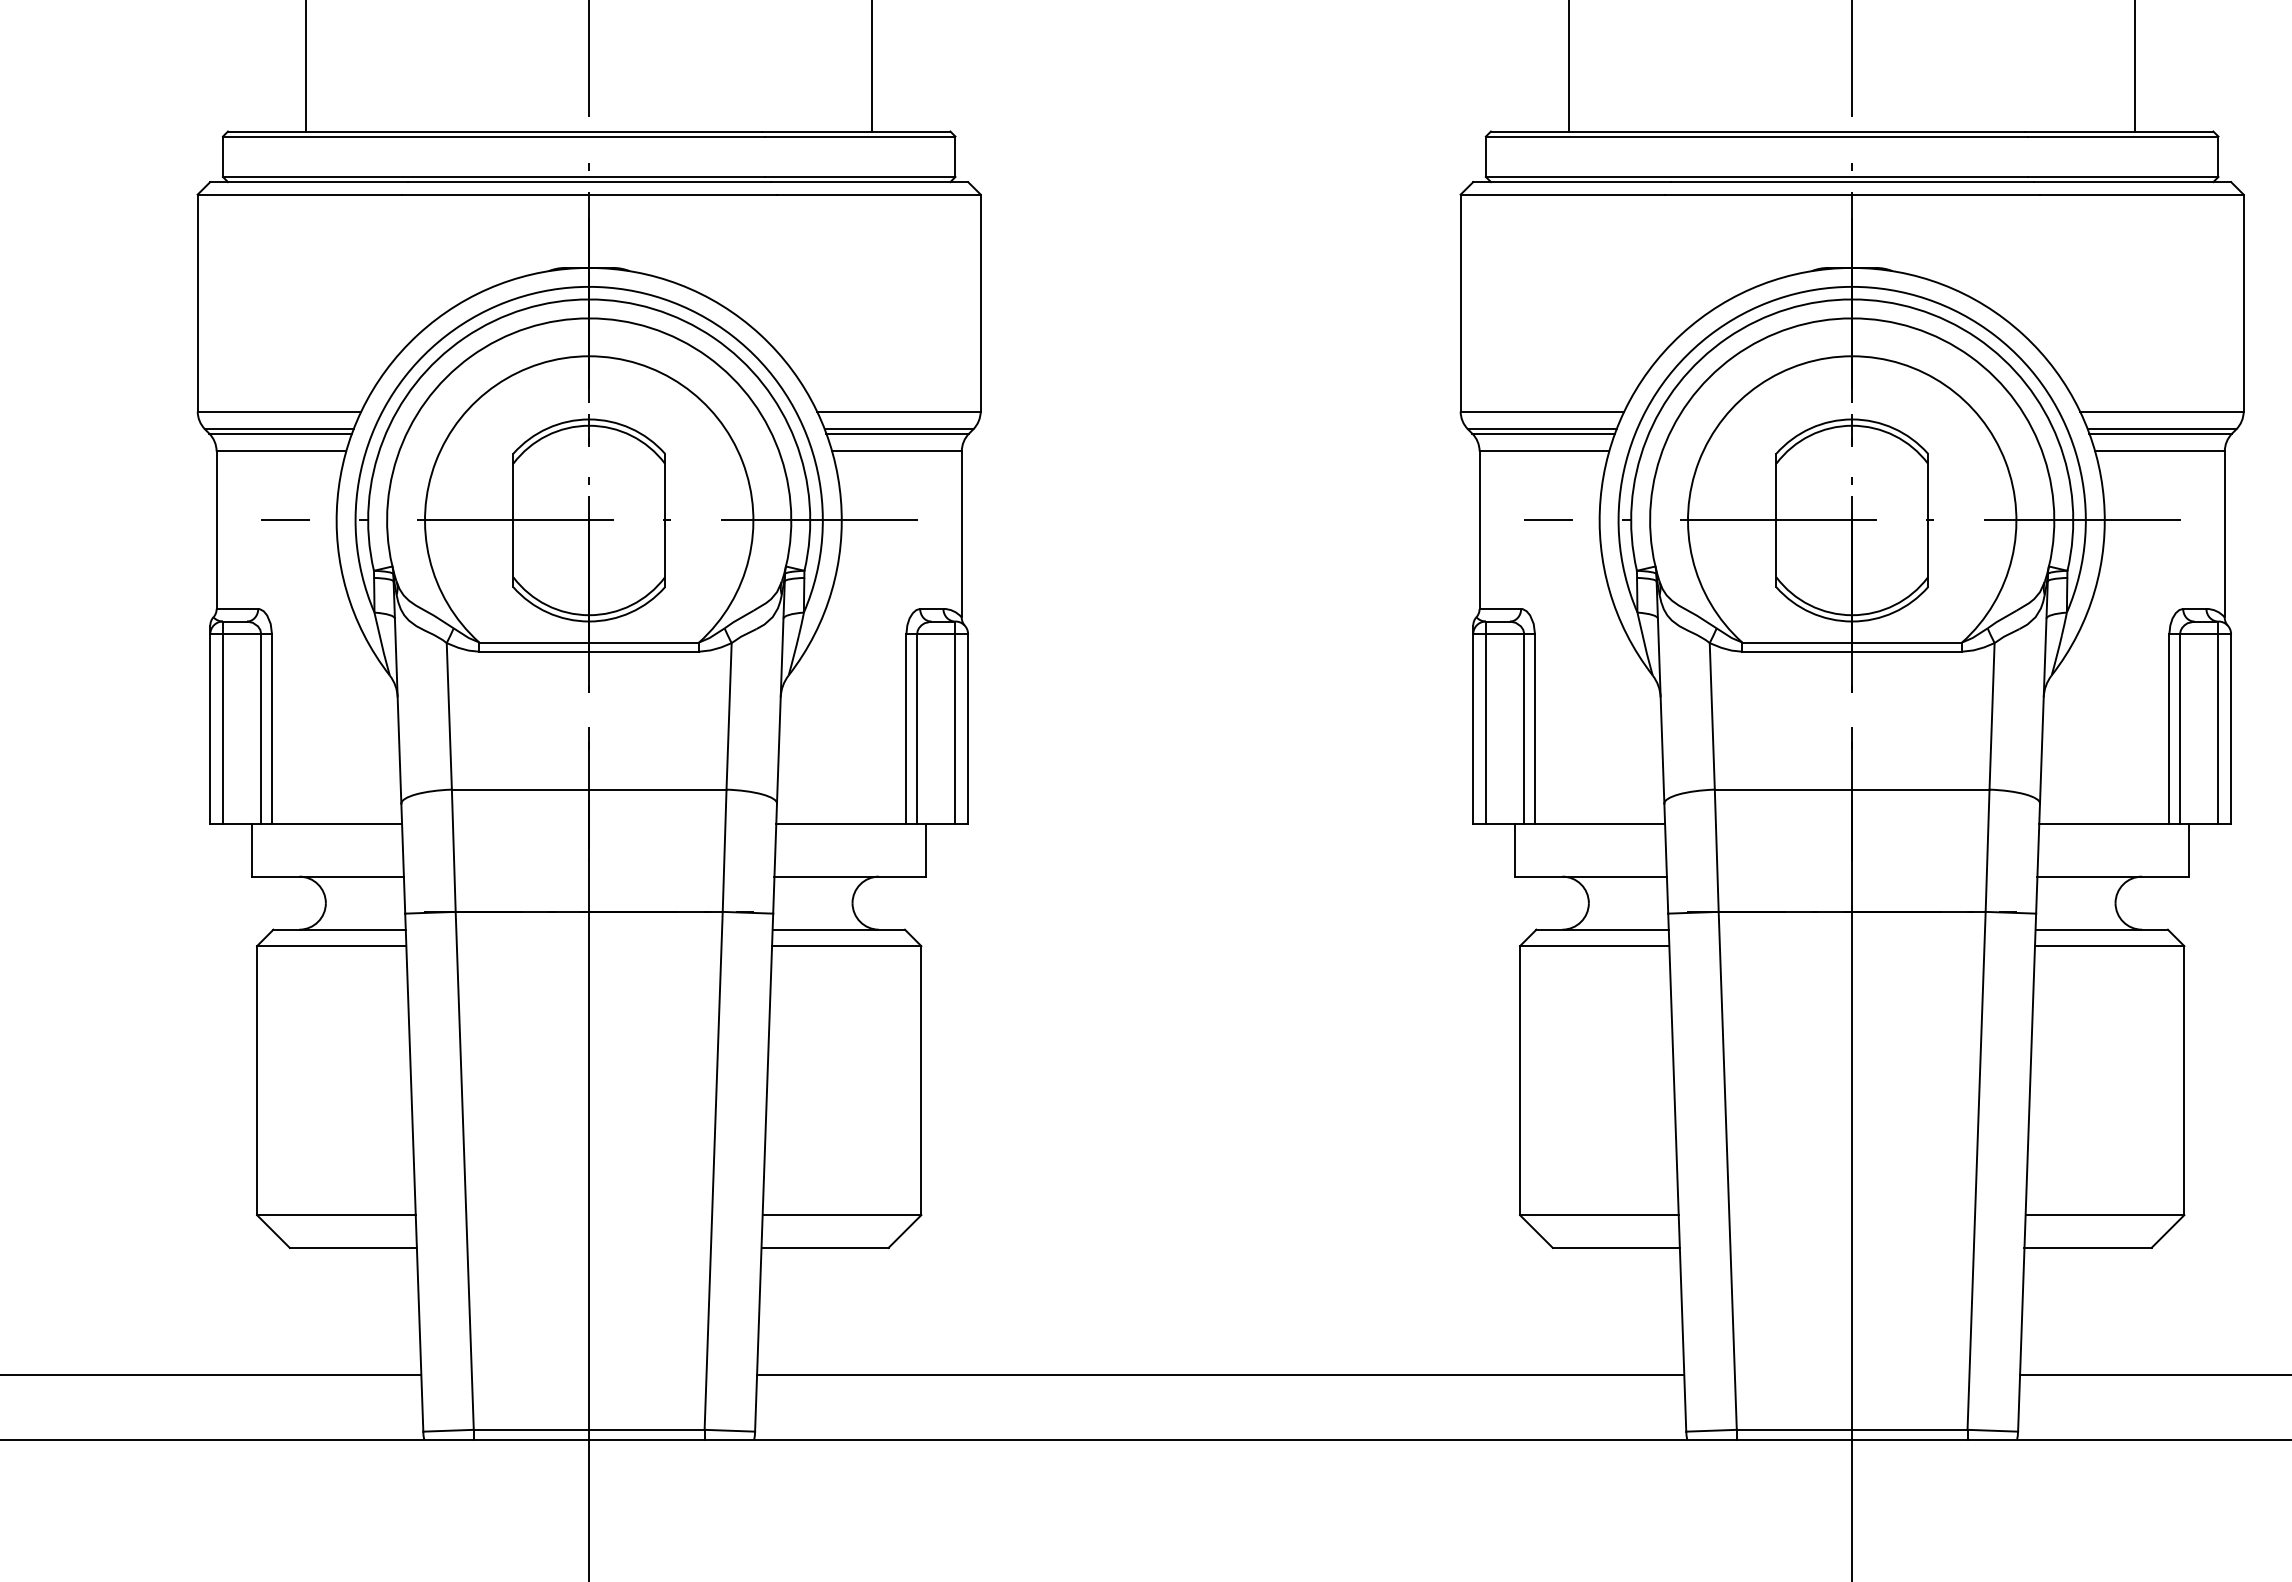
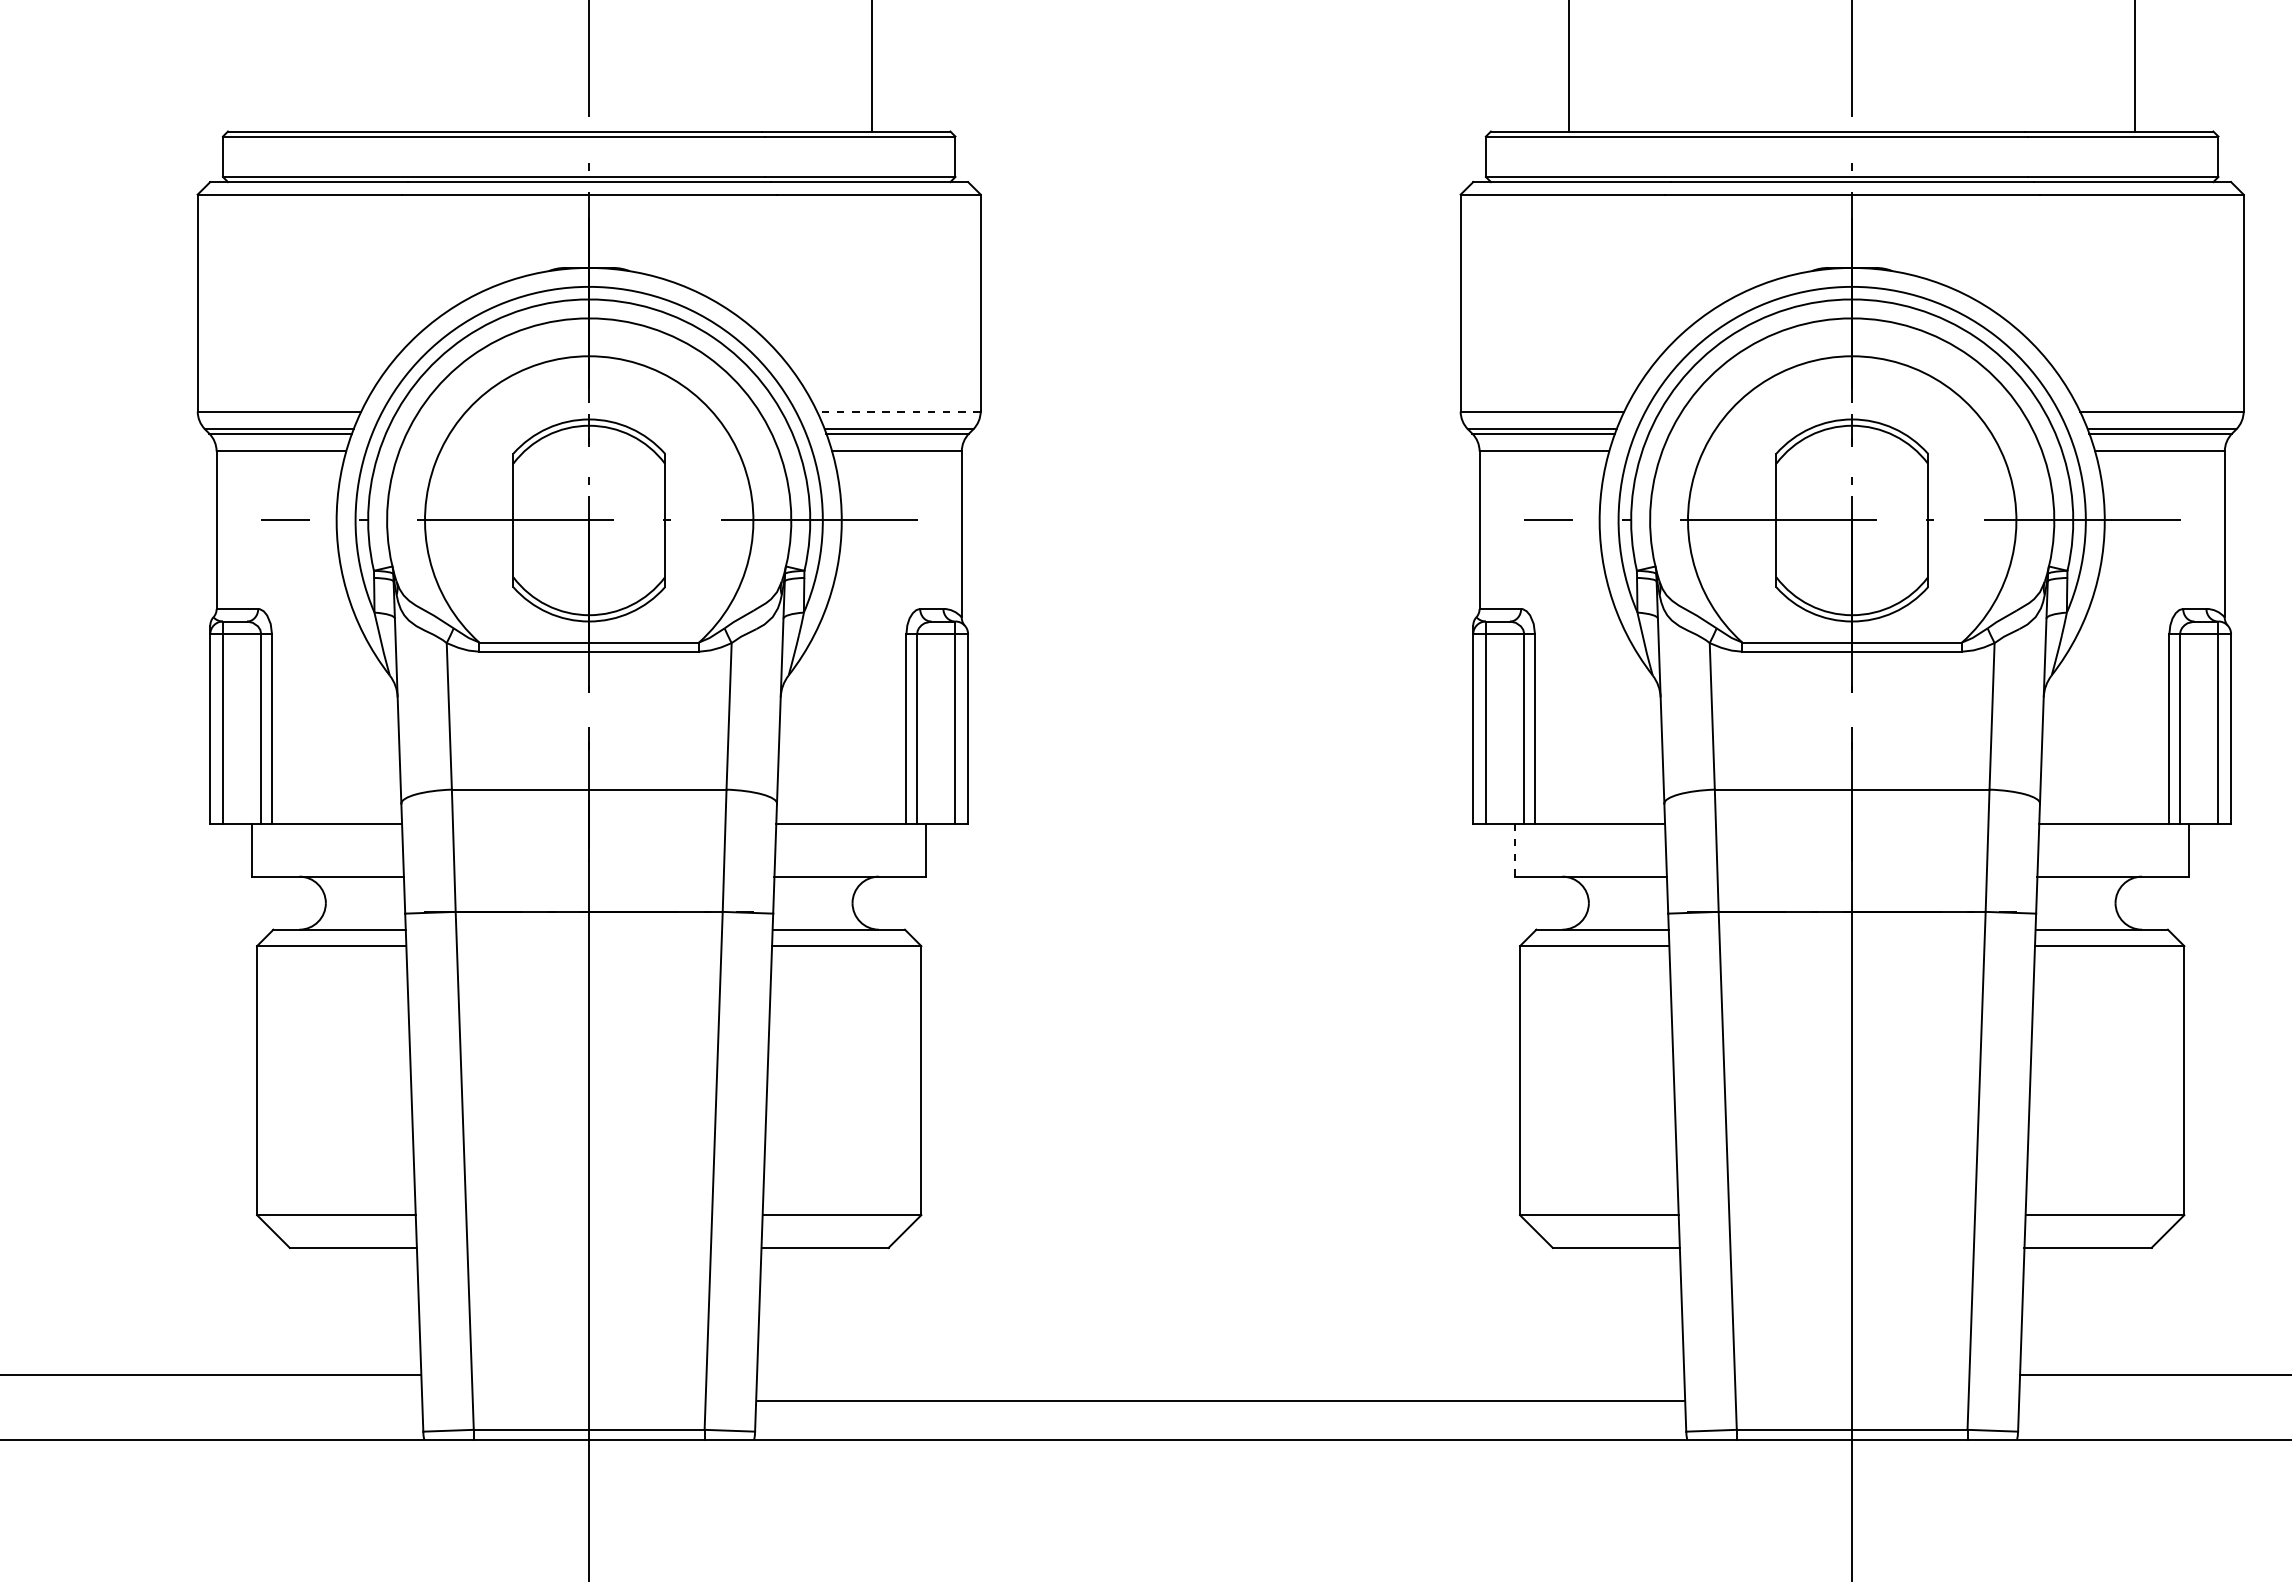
line at (306, 66): present -> none
line at (898, 411): solid -> dashed
line at (1515, 850): solid -> dashed
line at (1220, 1374) position: (1220, 1374) -> (1220, 1400)
